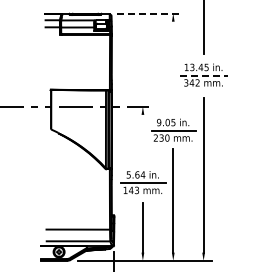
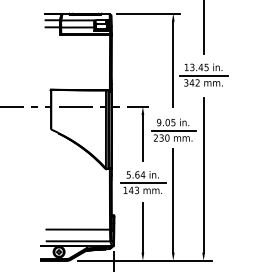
line at (148, 13): dashed -> solid
line at (173, 64): none -> present
line at (204, 75): dashed -> solid
line at (142, 137): none -> present
